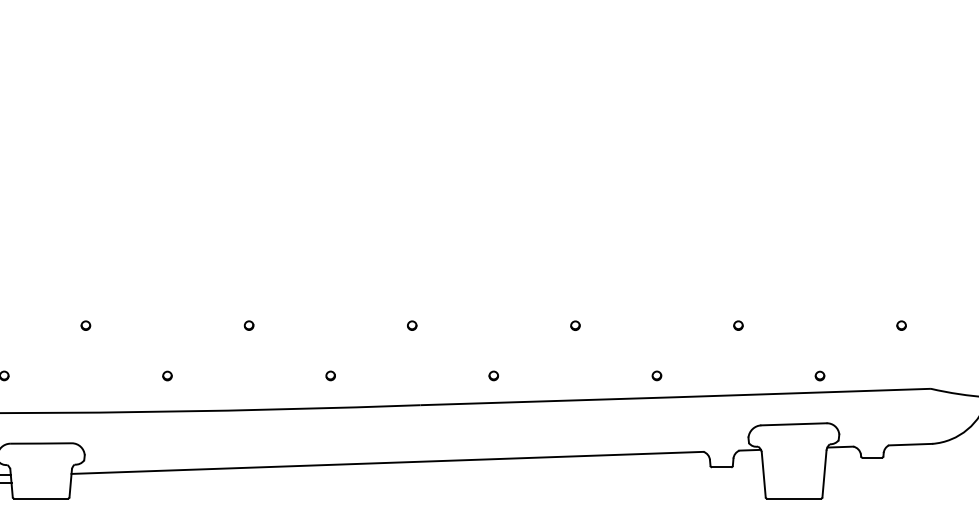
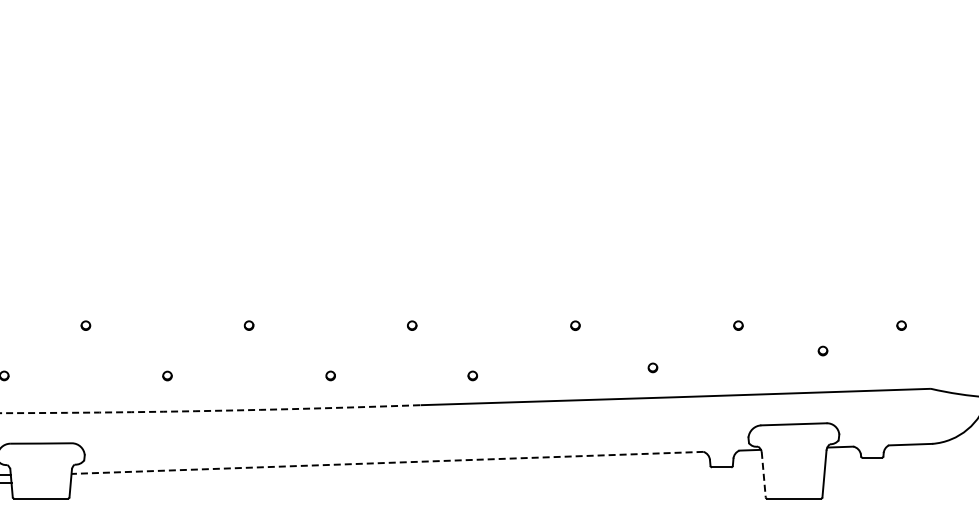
part at (493, 375) position: (493, 375) -> (472, 375)
part at (656, 375) position: (656, 375) -> (652, 367)
part at (819, 375) position: (819, 375) -> (822, 350)
arc at (210, 410): solid -> dashed
line at (387, 462): solid -> dashed
line at (763, 474): solid -> dashed
